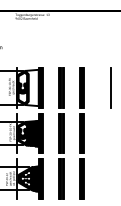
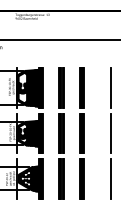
line at (59, 39): none -> present
hatch at (31, 87): none -> present
line at (111, 133): none -> present
line at (111, 178): none -> present
